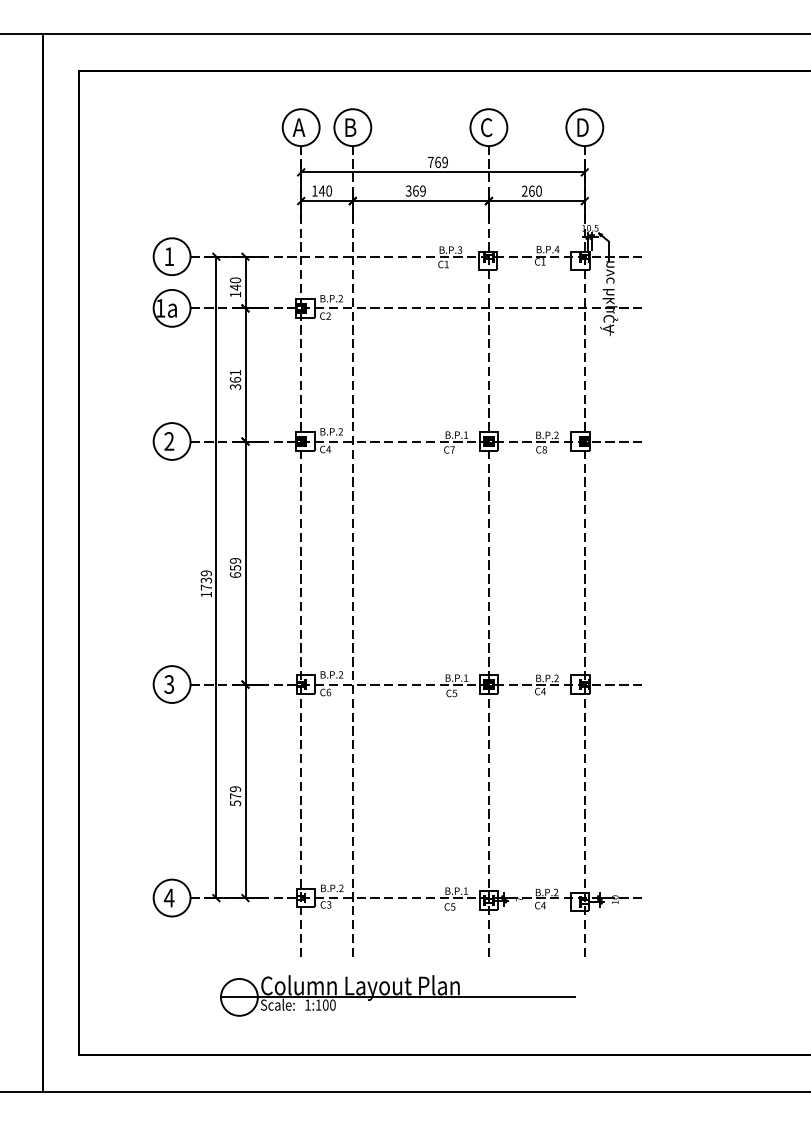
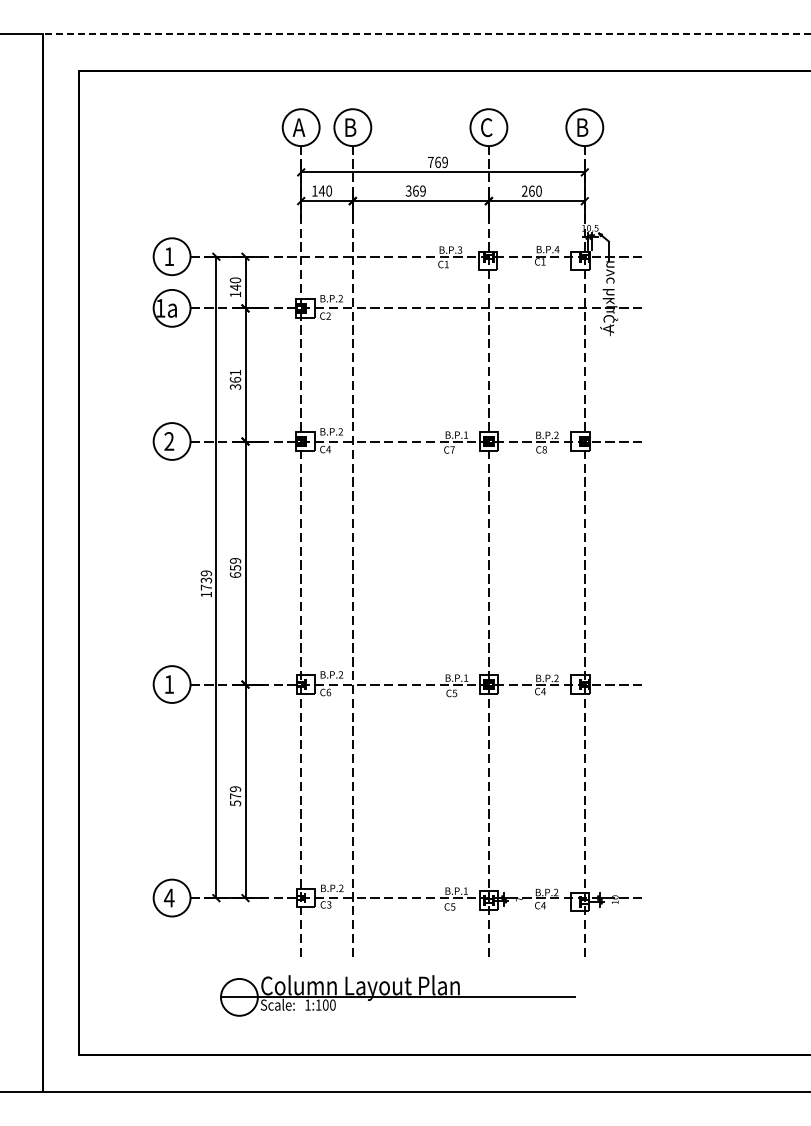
line at (426, 33): solid -> dashed
text at (583, 127): D -> B
text at (169, 684): 3 -> 1
